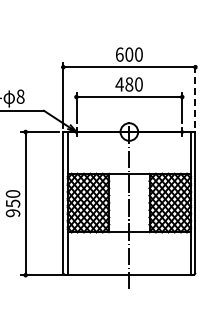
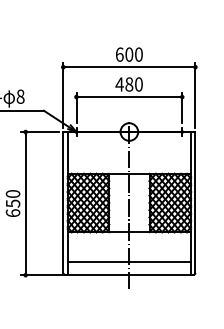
line at (195, 94): dashed -> solid
text at (12, 213): 950 -> 650
line at (129, 261): none -> present
